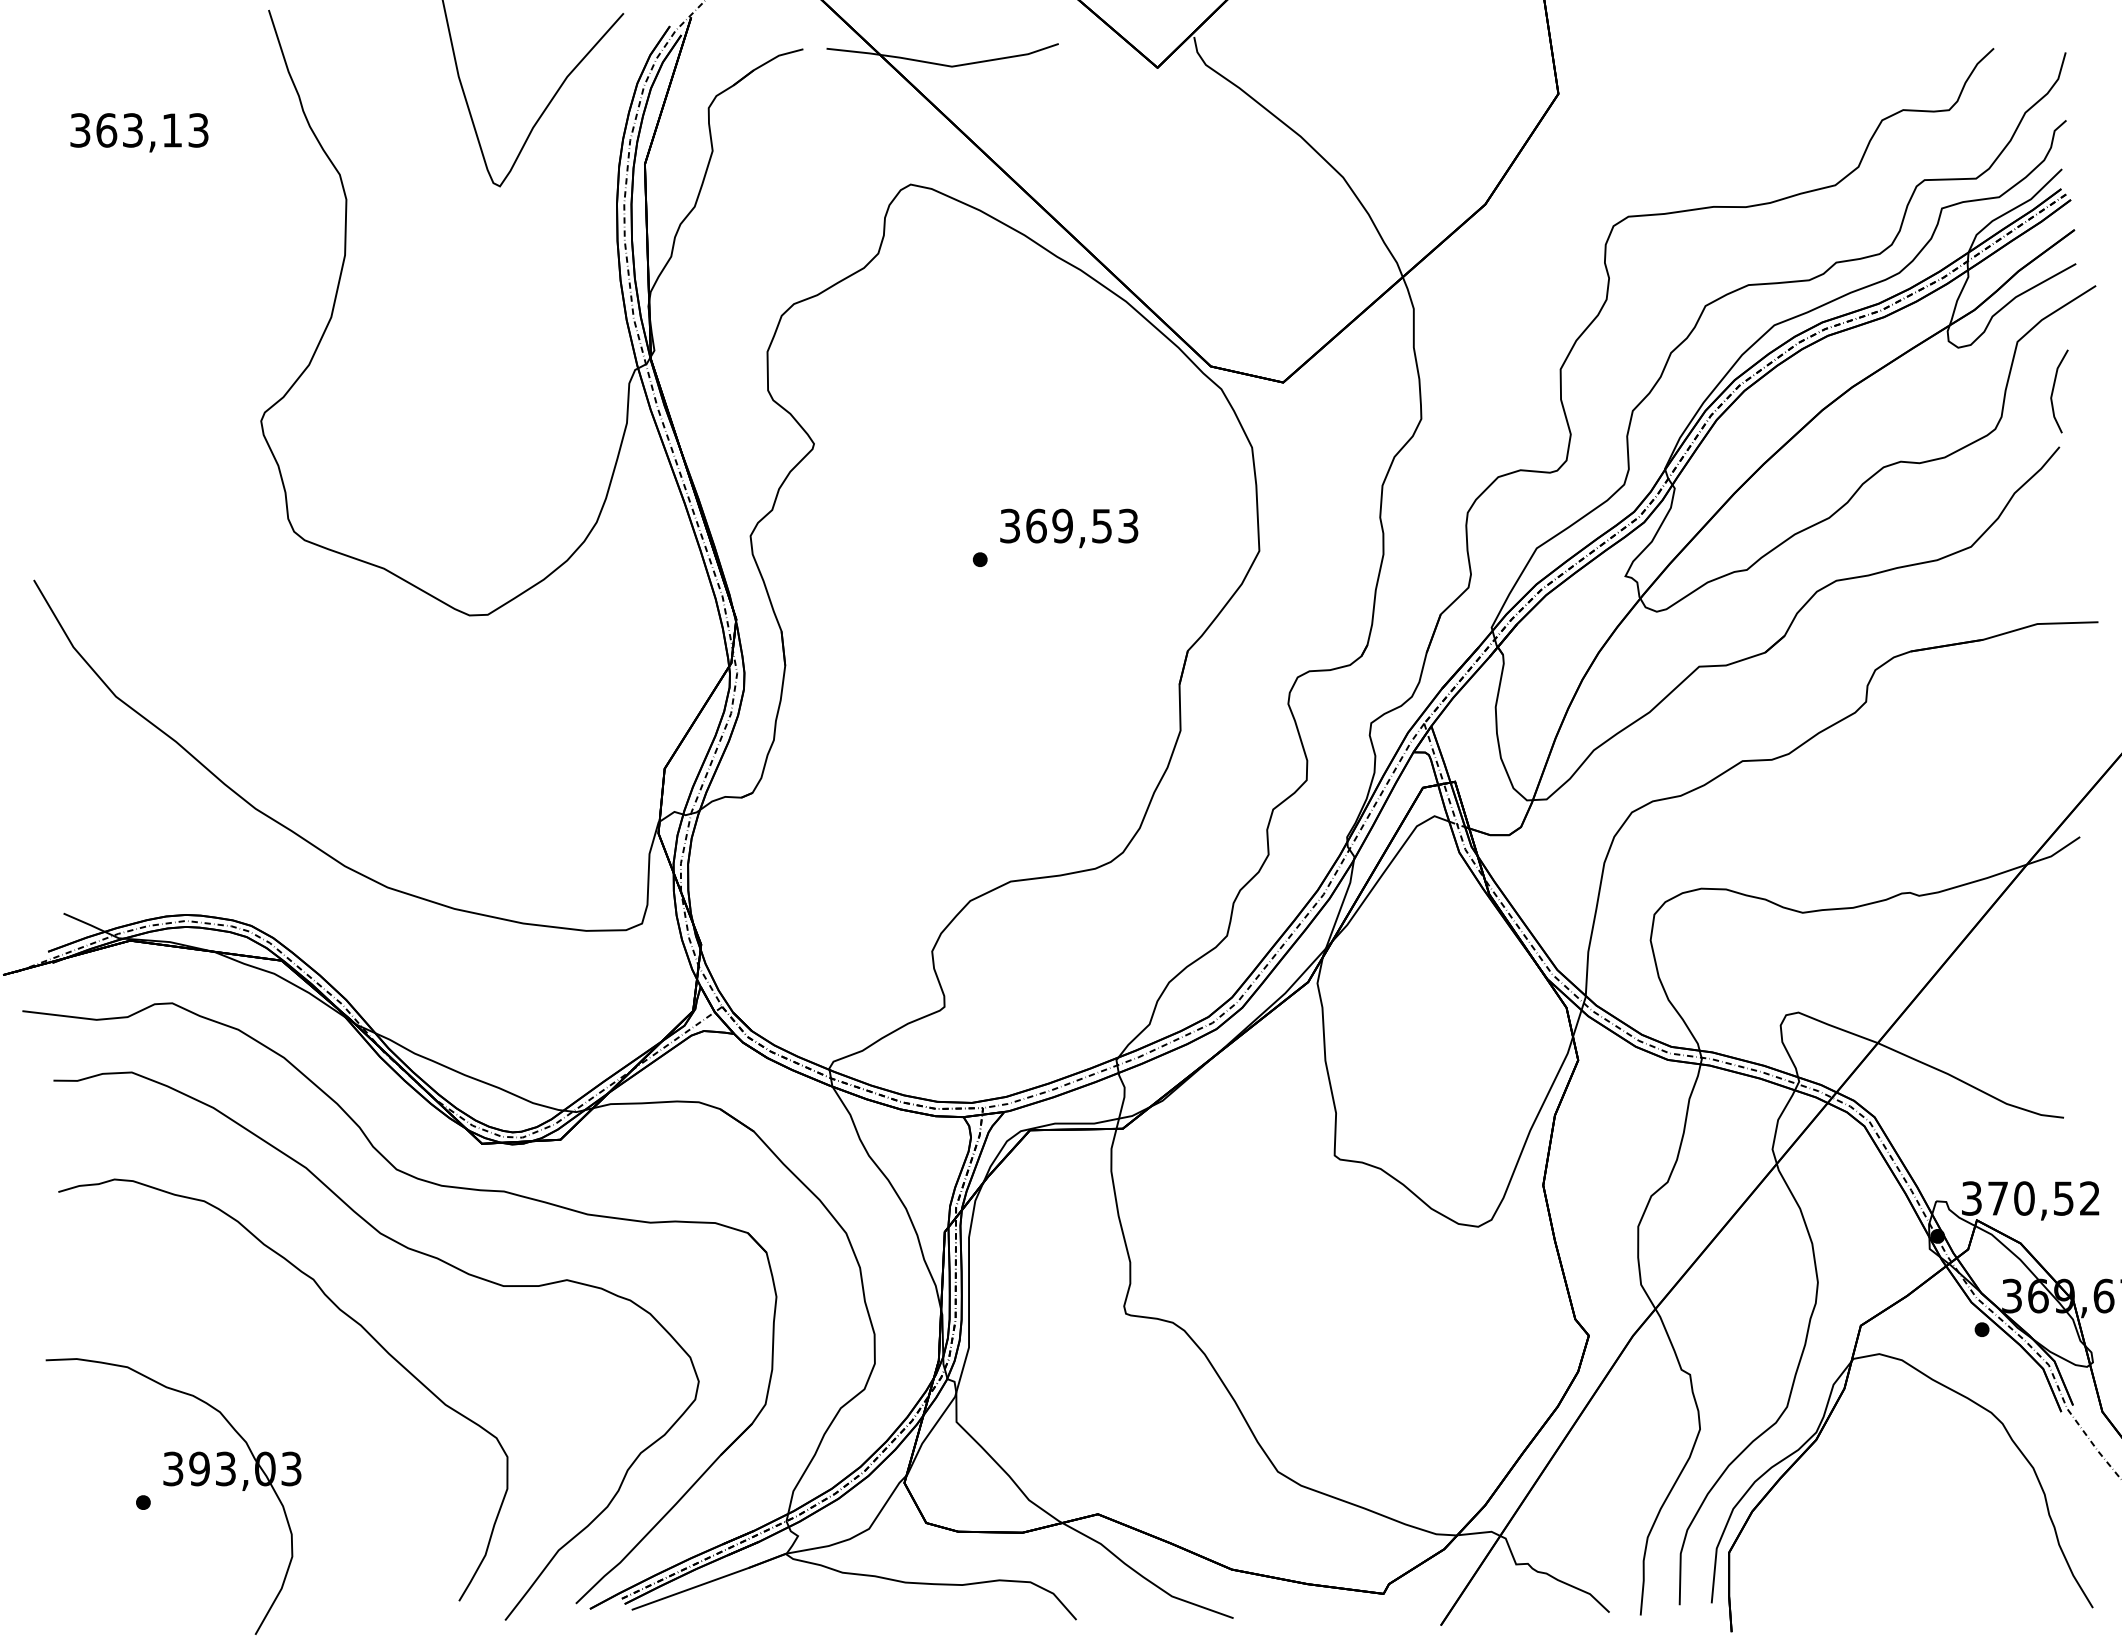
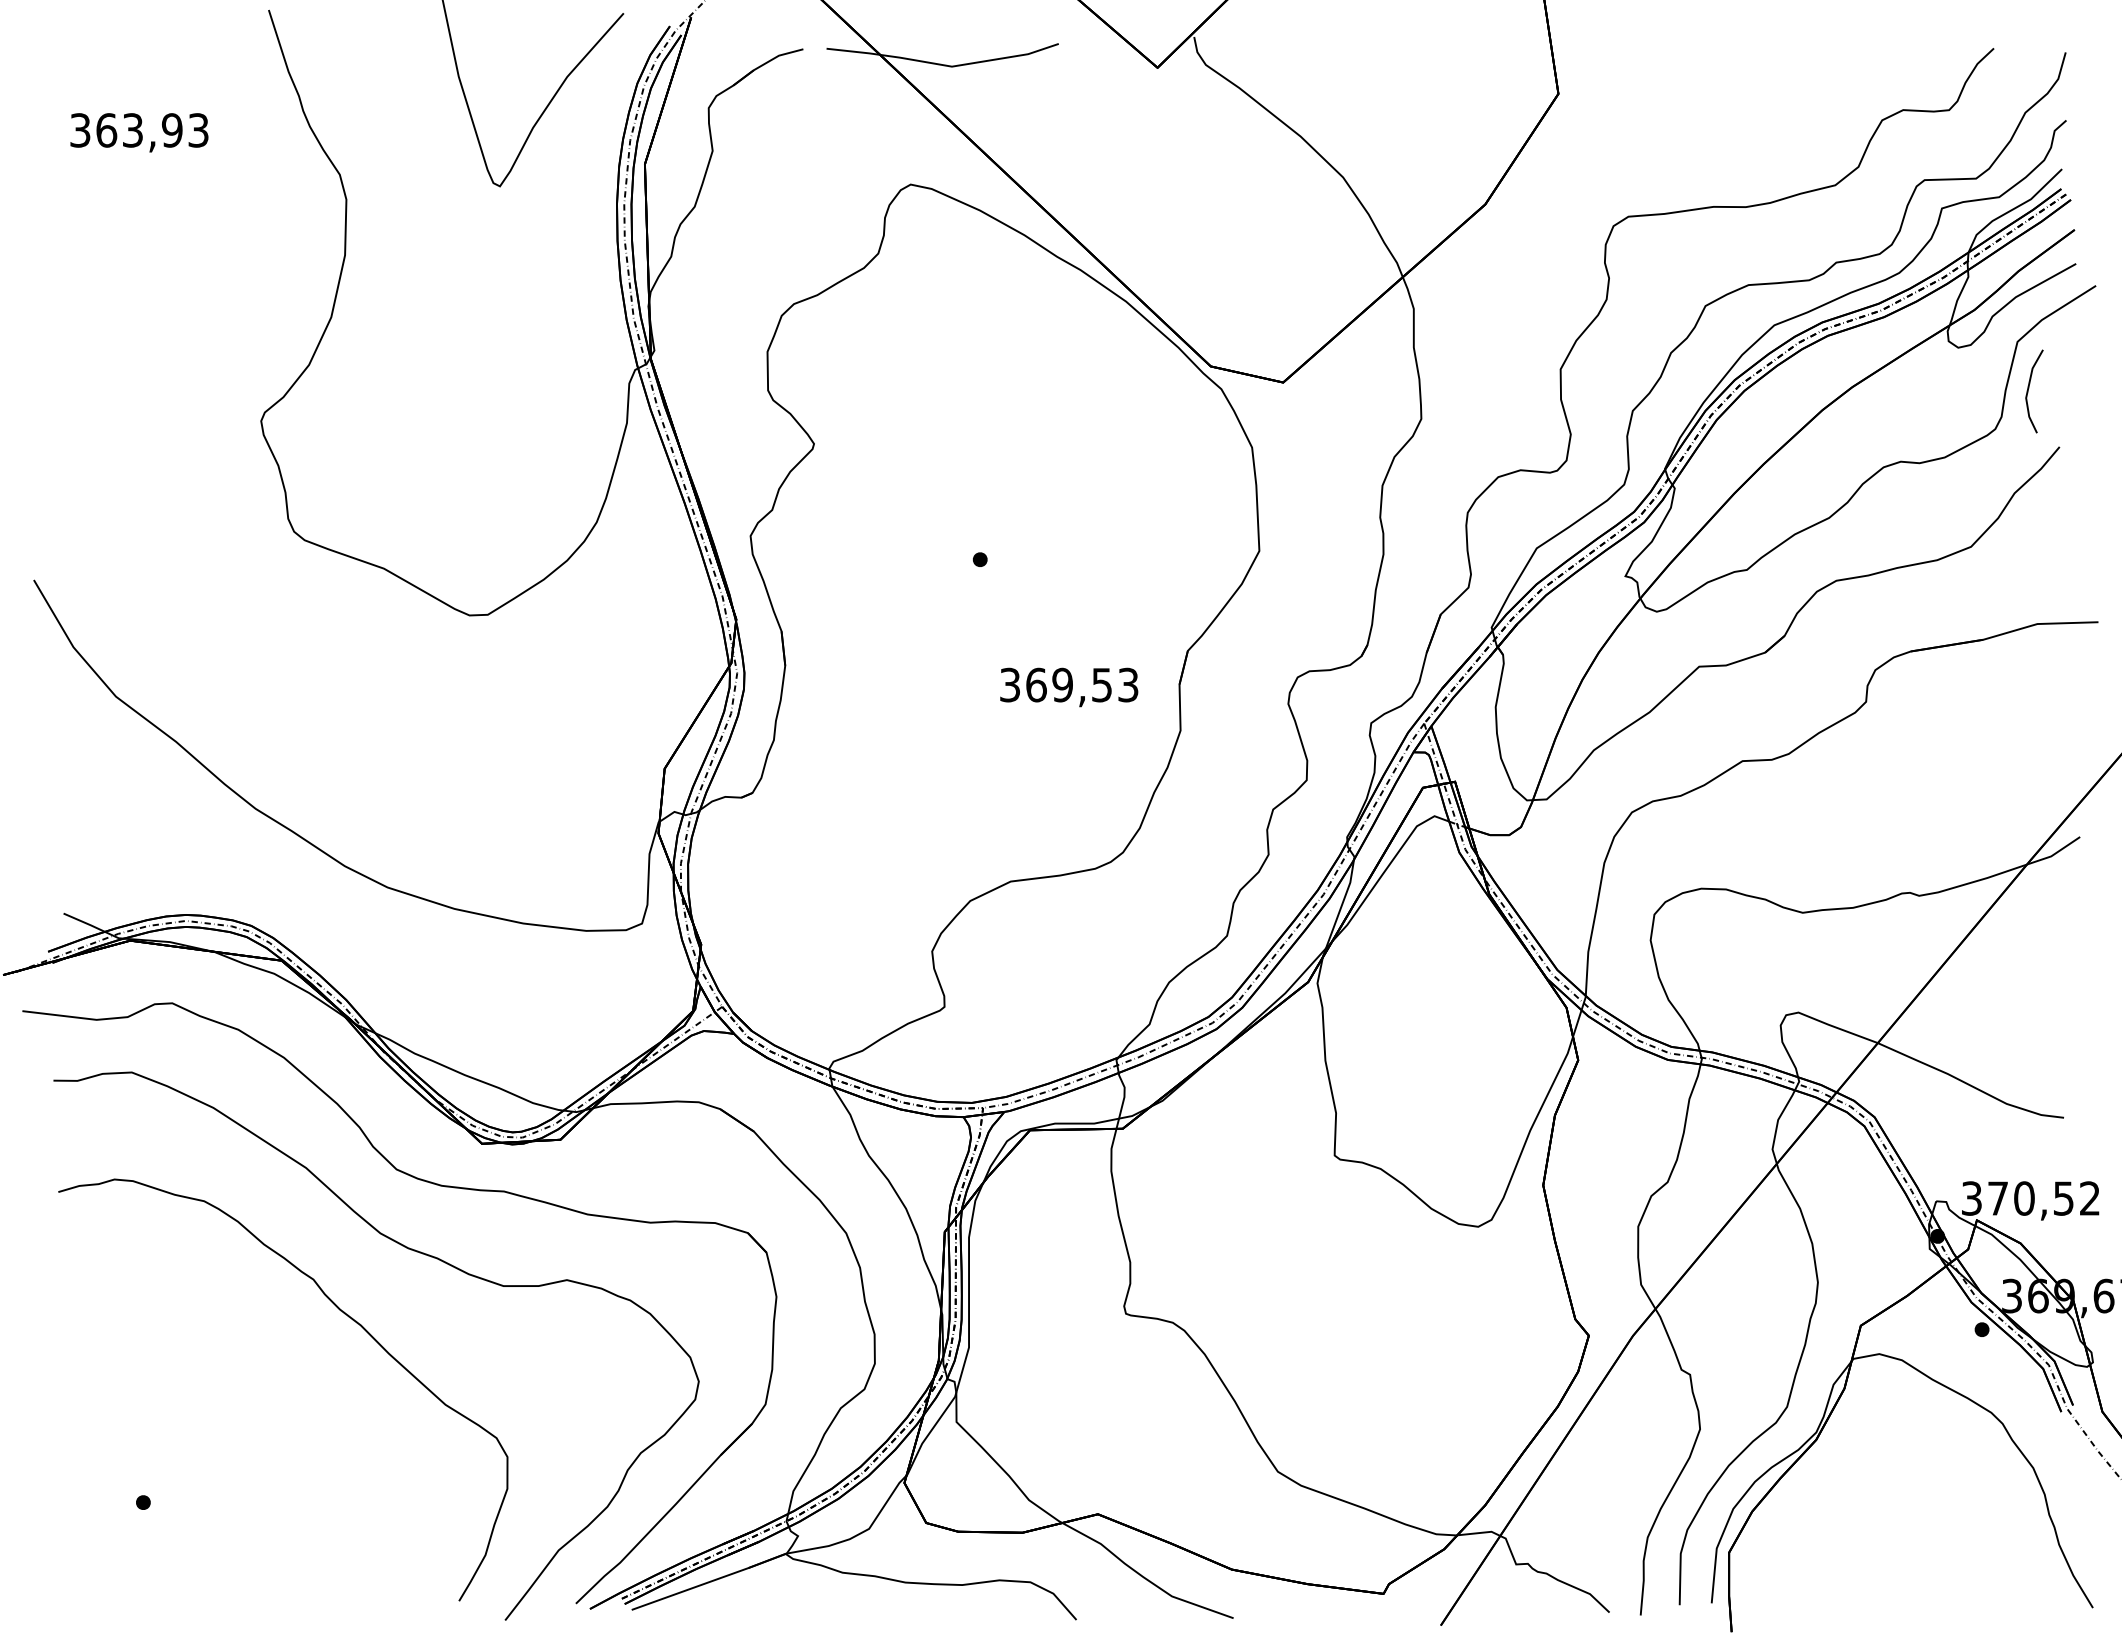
text at (171, 130): 363,13 -> 363,93
line at (2054, 388) position: (2054, 388) -> (2029, 388)
text at (1069, 528) position: (1069, 528) -> (1069, 687)
part at (173, 1486): present -> none
